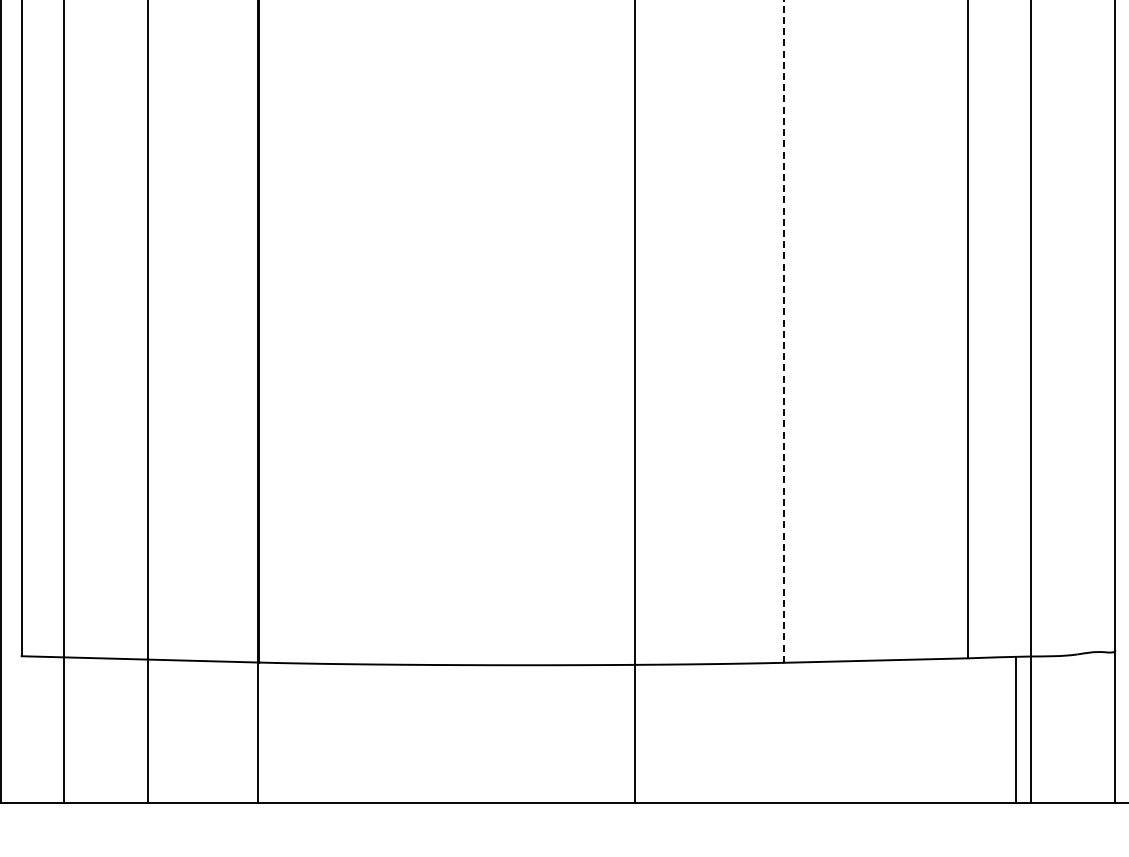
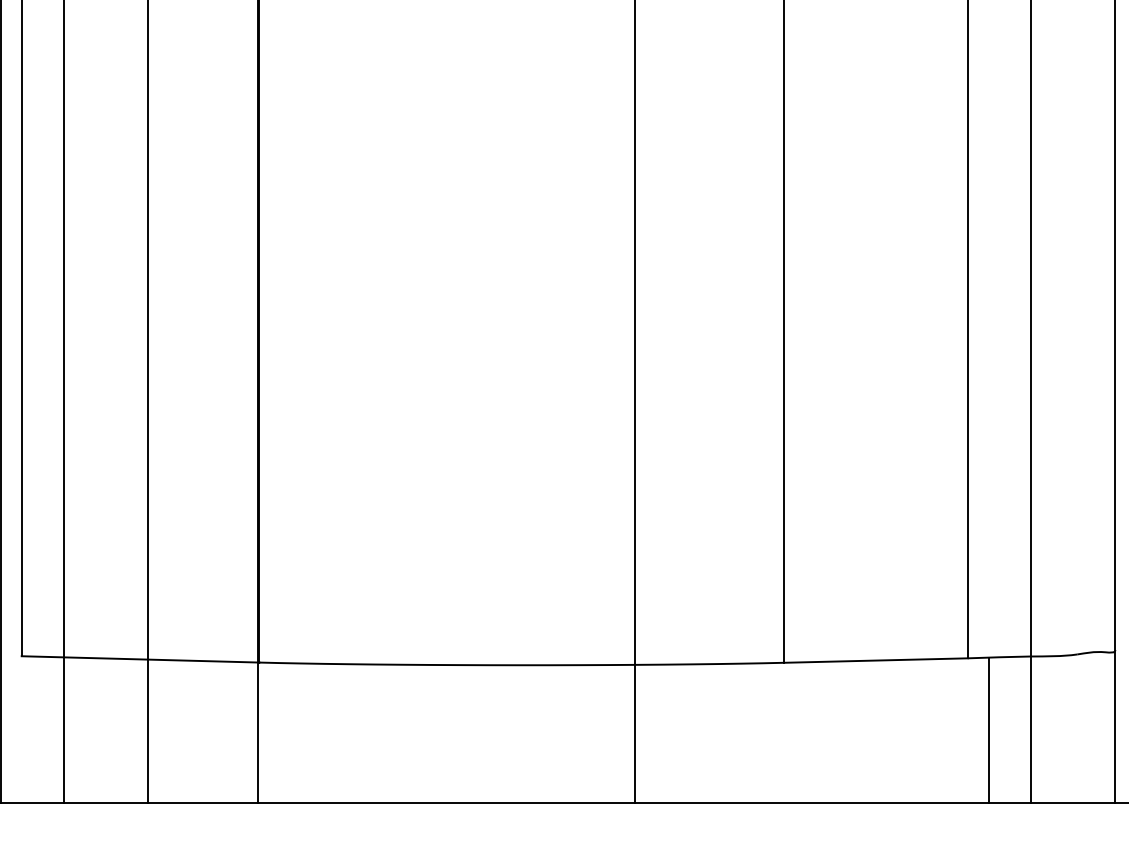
line at (784, 330): dashed -> solid
line at (1016, 730) position: (1016, 730) -> (989, 730)
